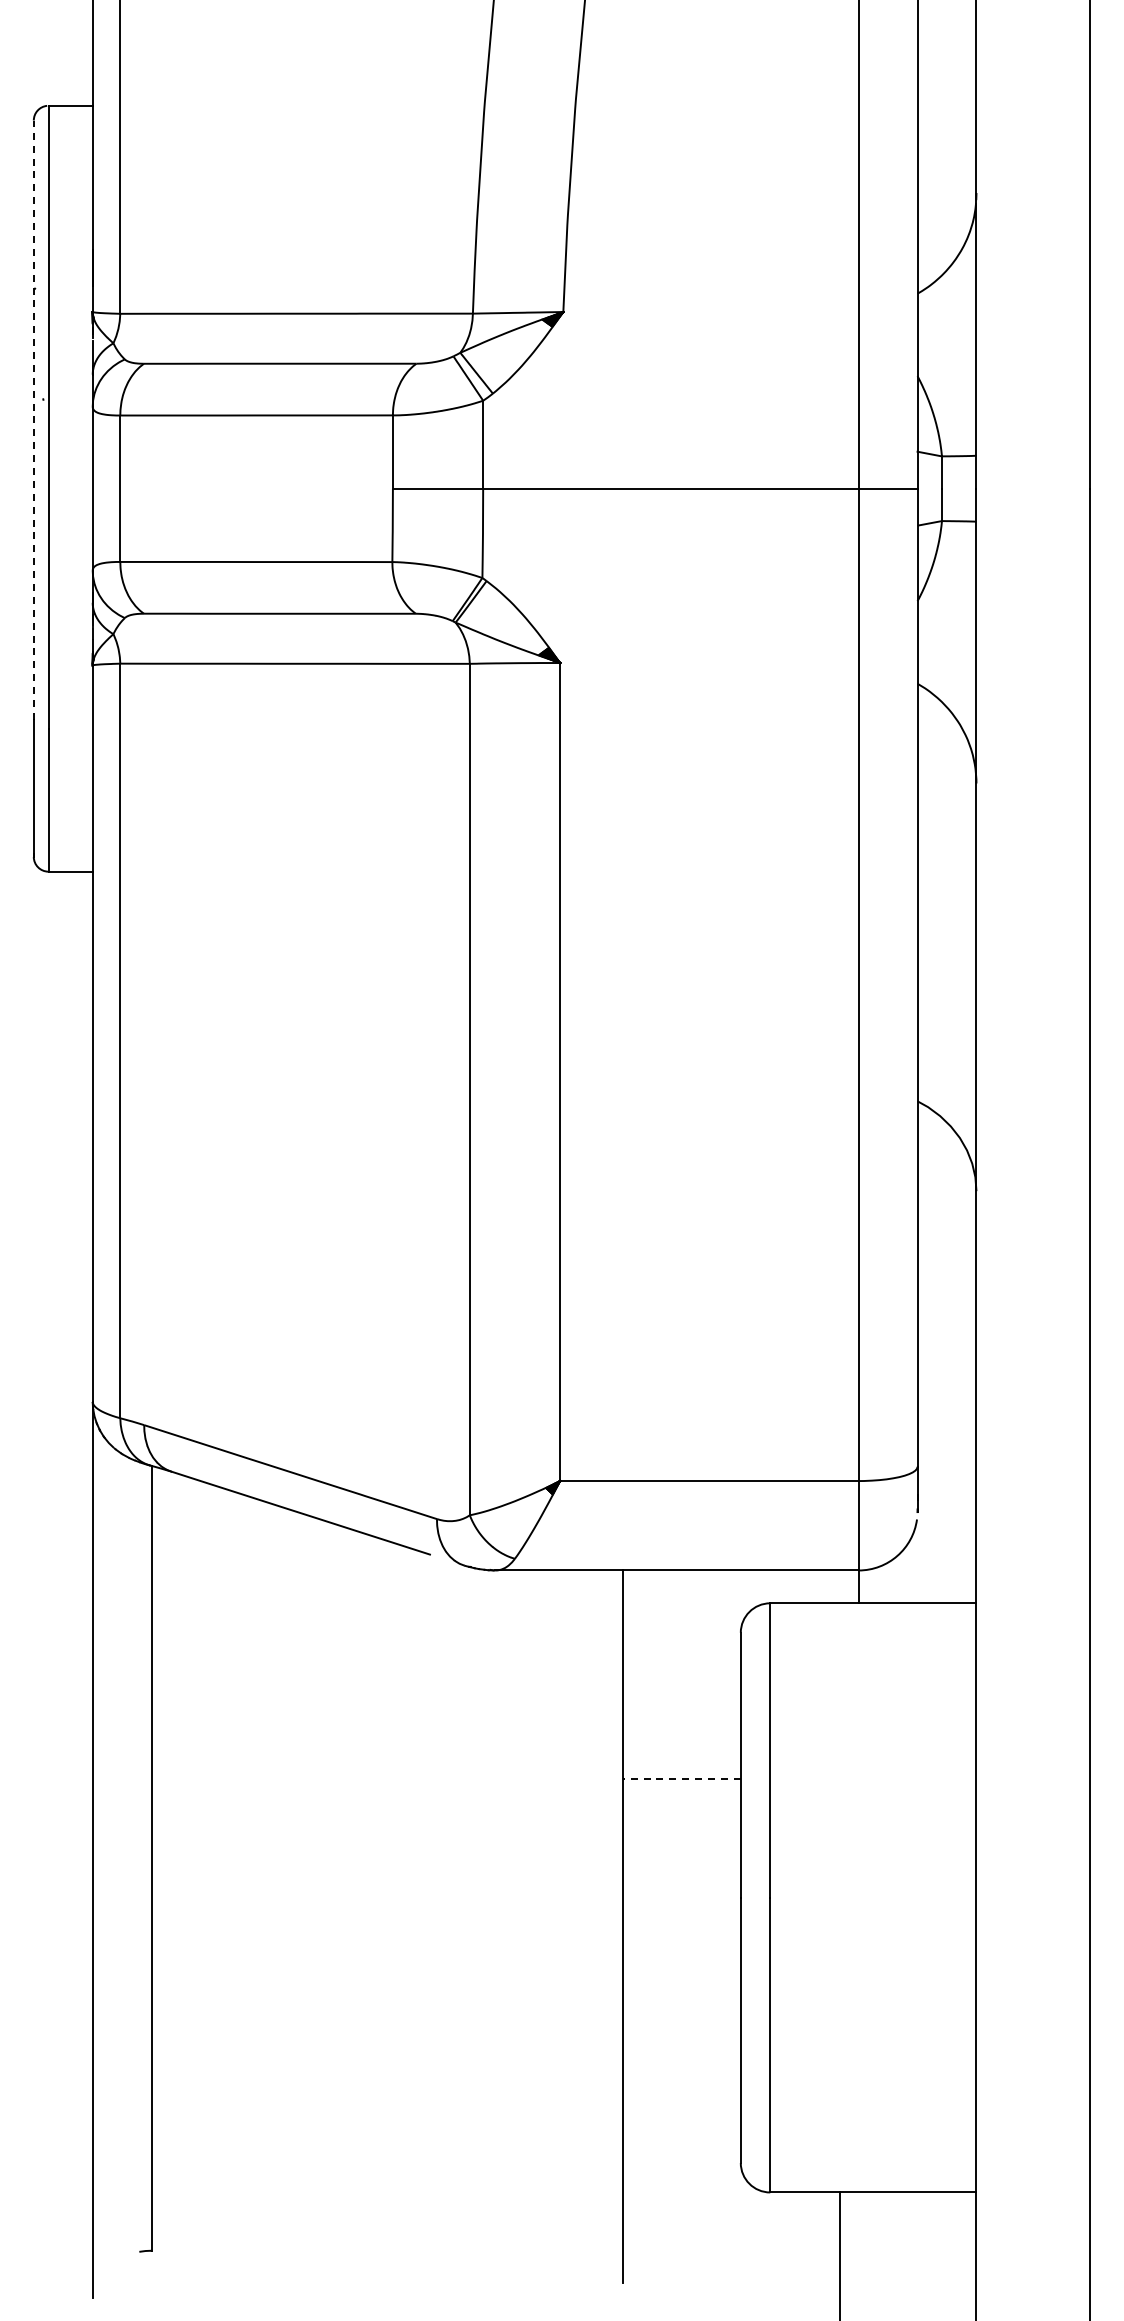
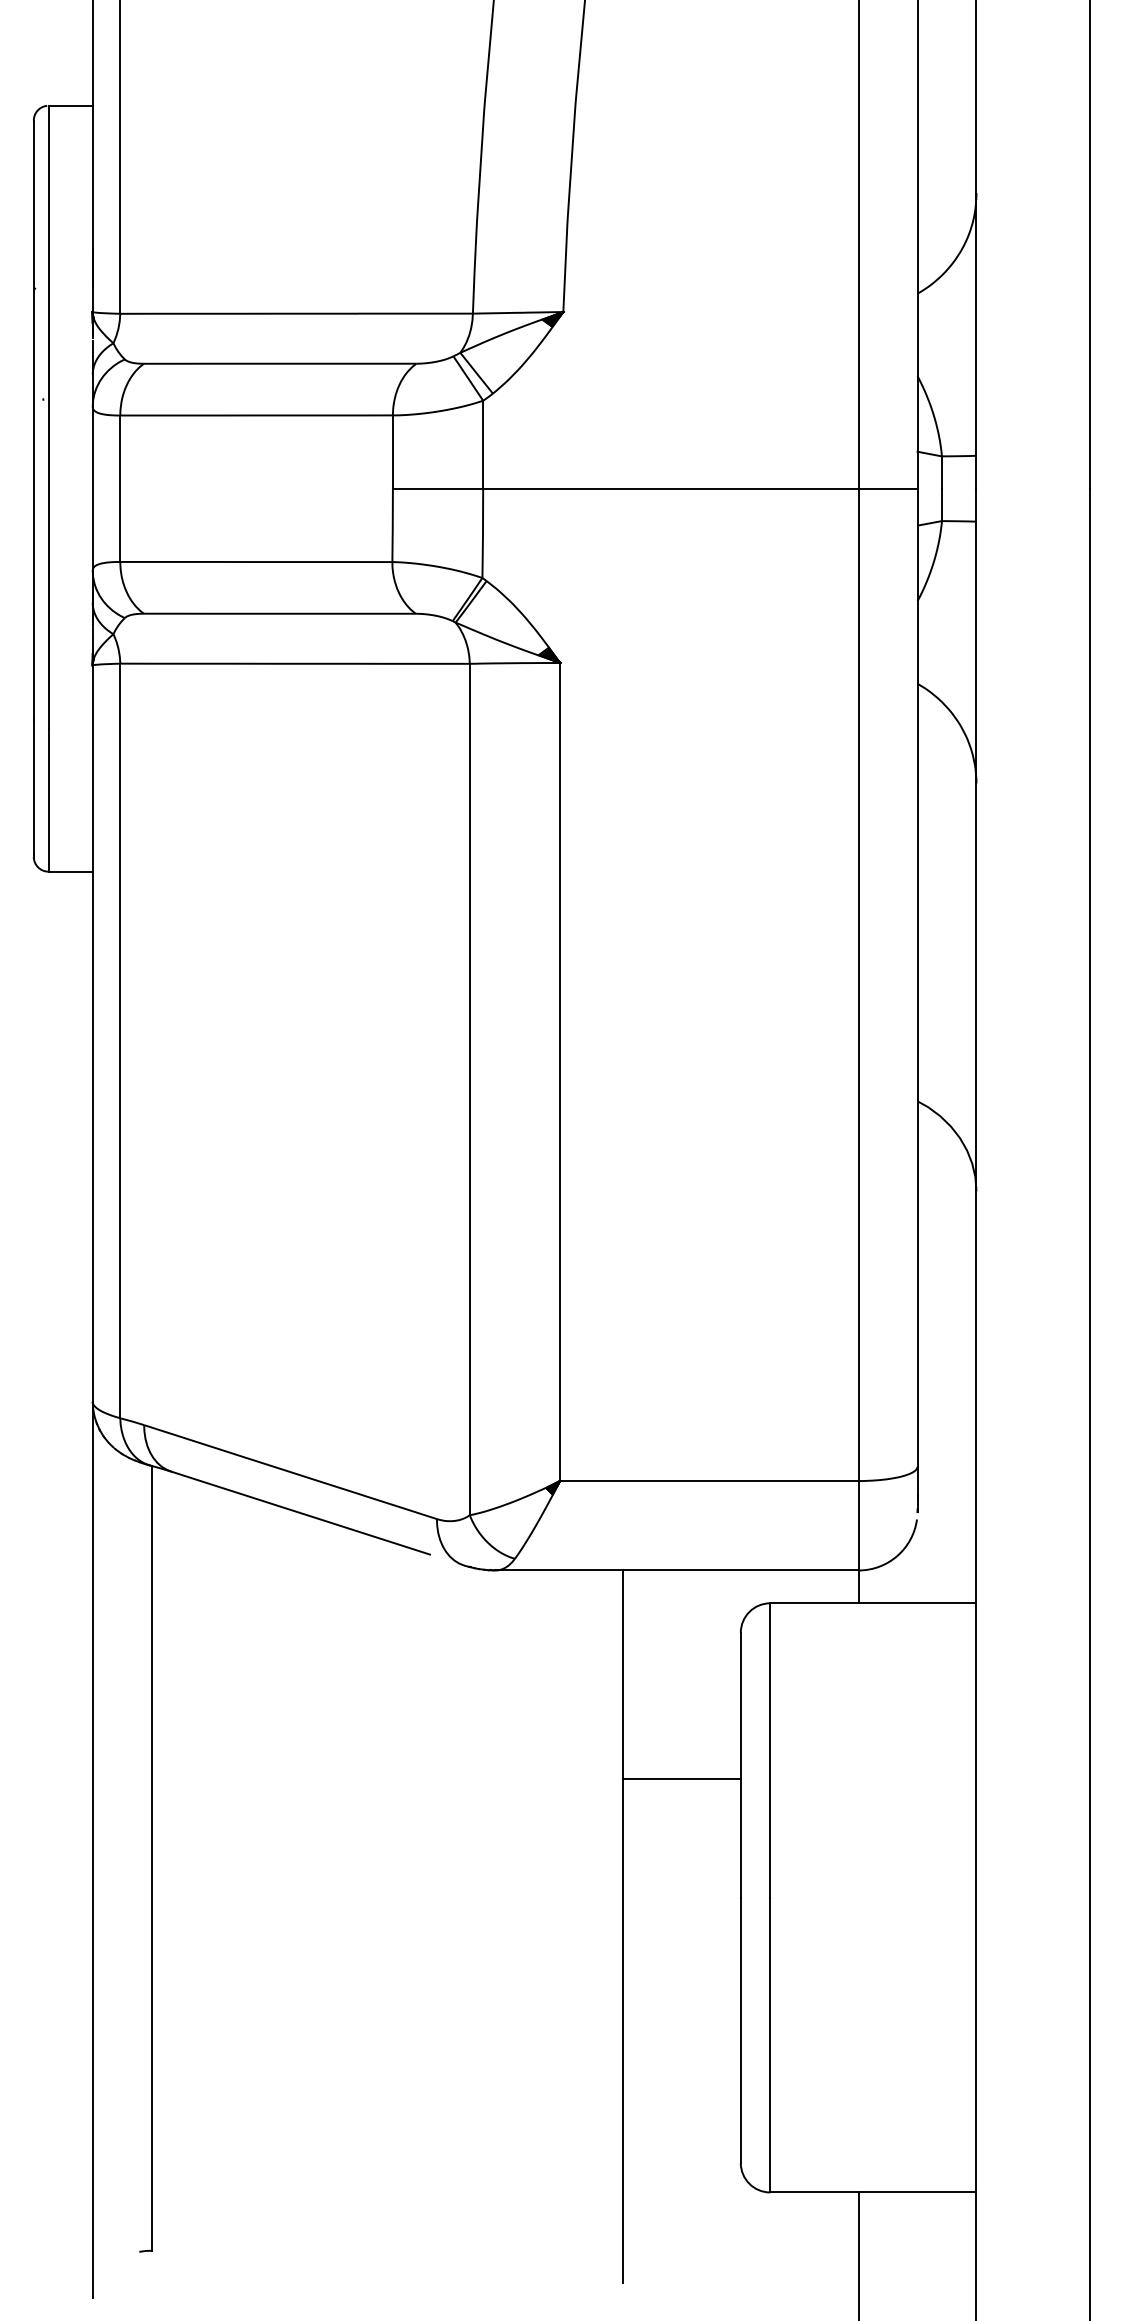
line at (33, 420): dashed -> solid
line at (681, 1779): dashed -> solid
line at (839, 2254) position: (839, 2254) -> (858, 2254)
